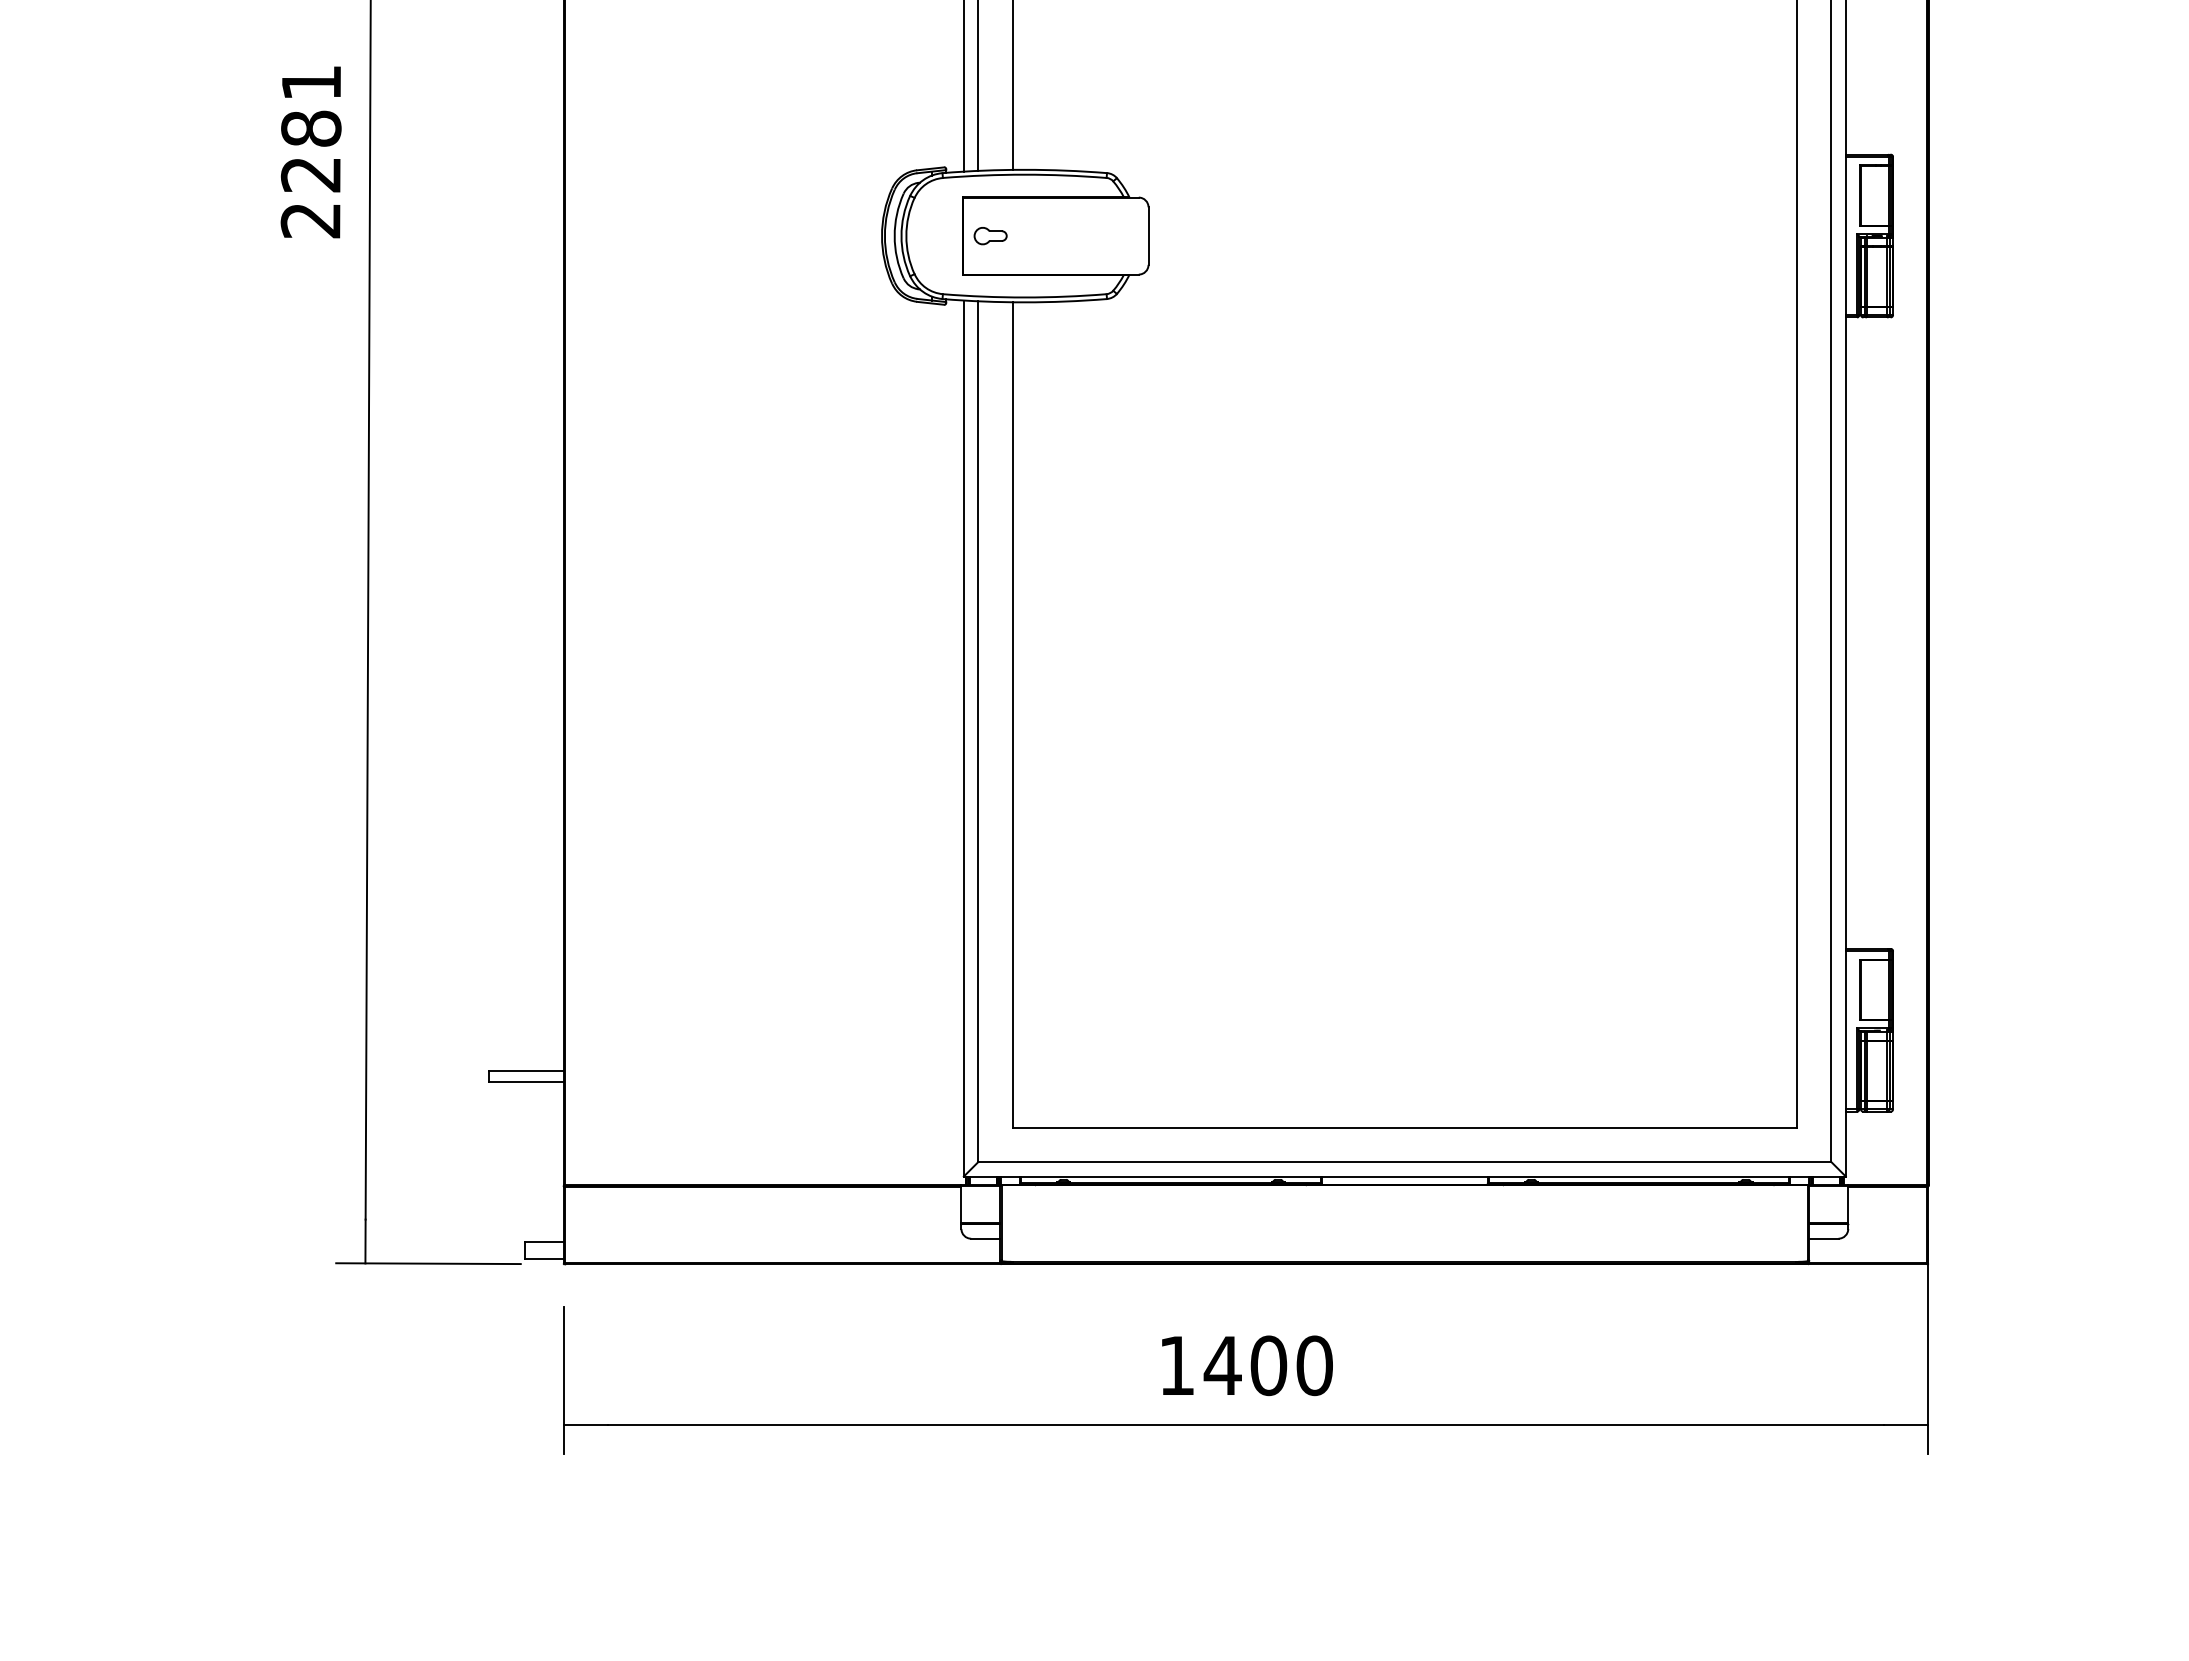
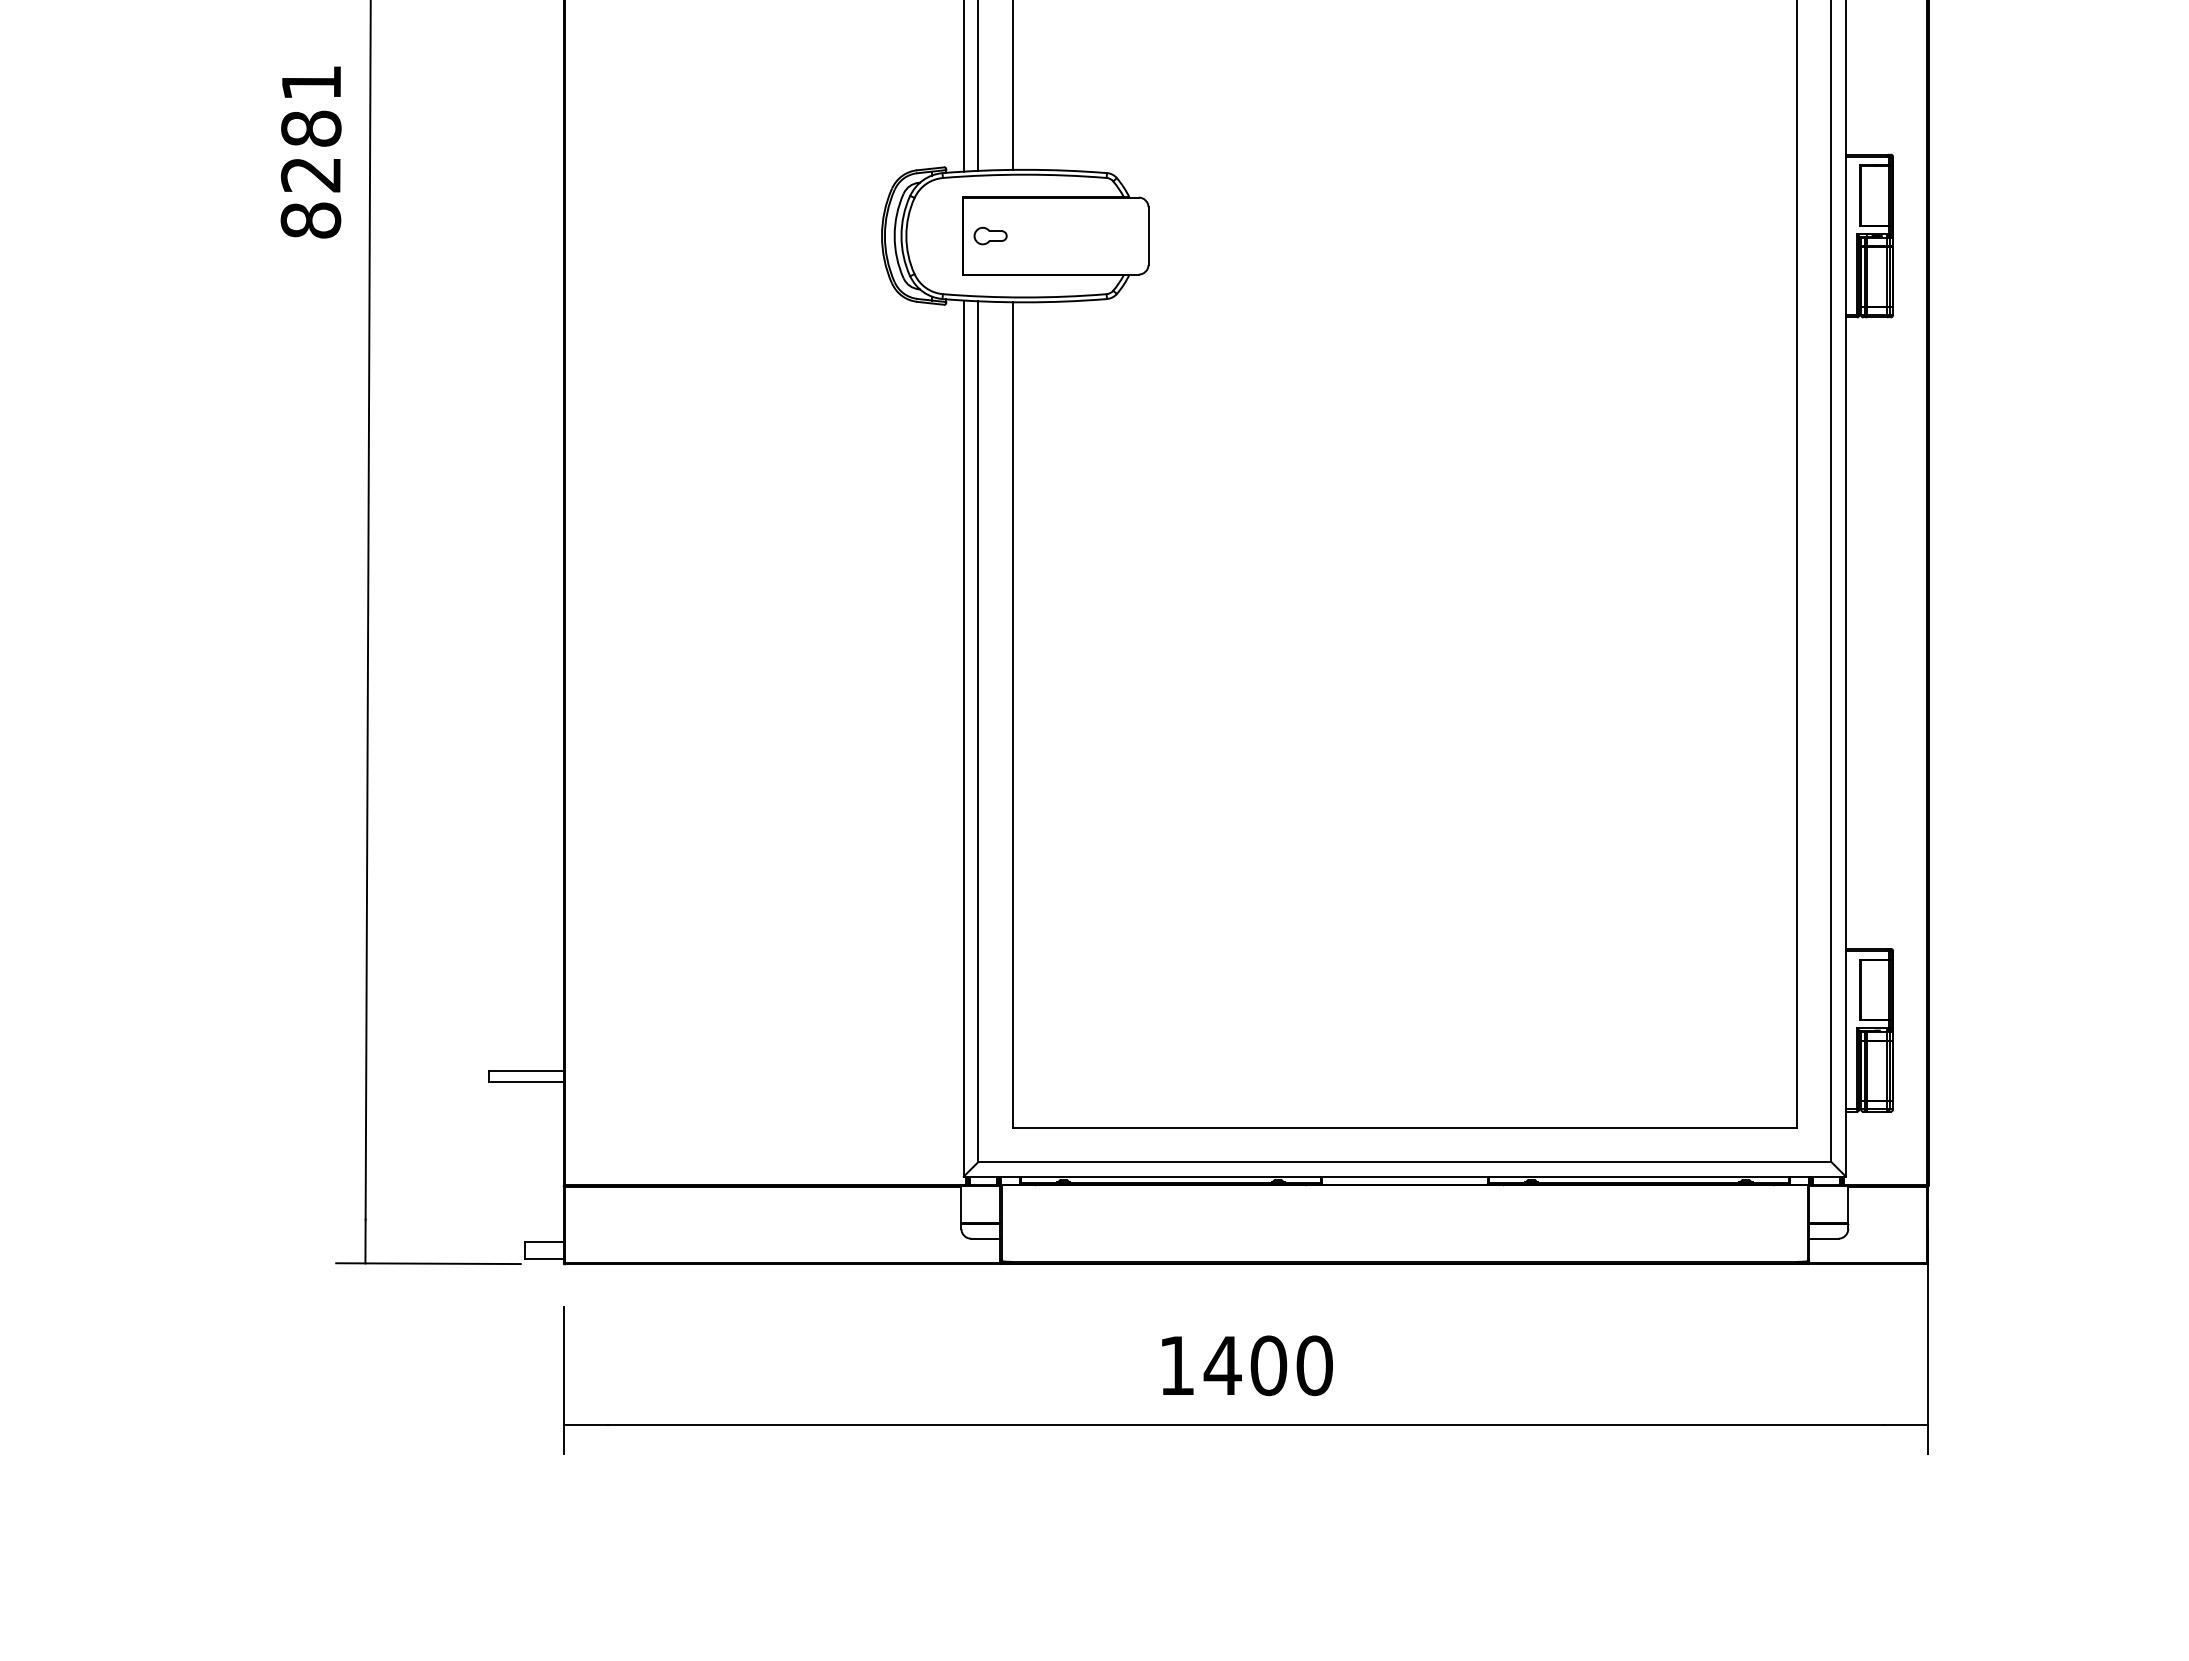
text at (310, 220): 2281 -> 8281
